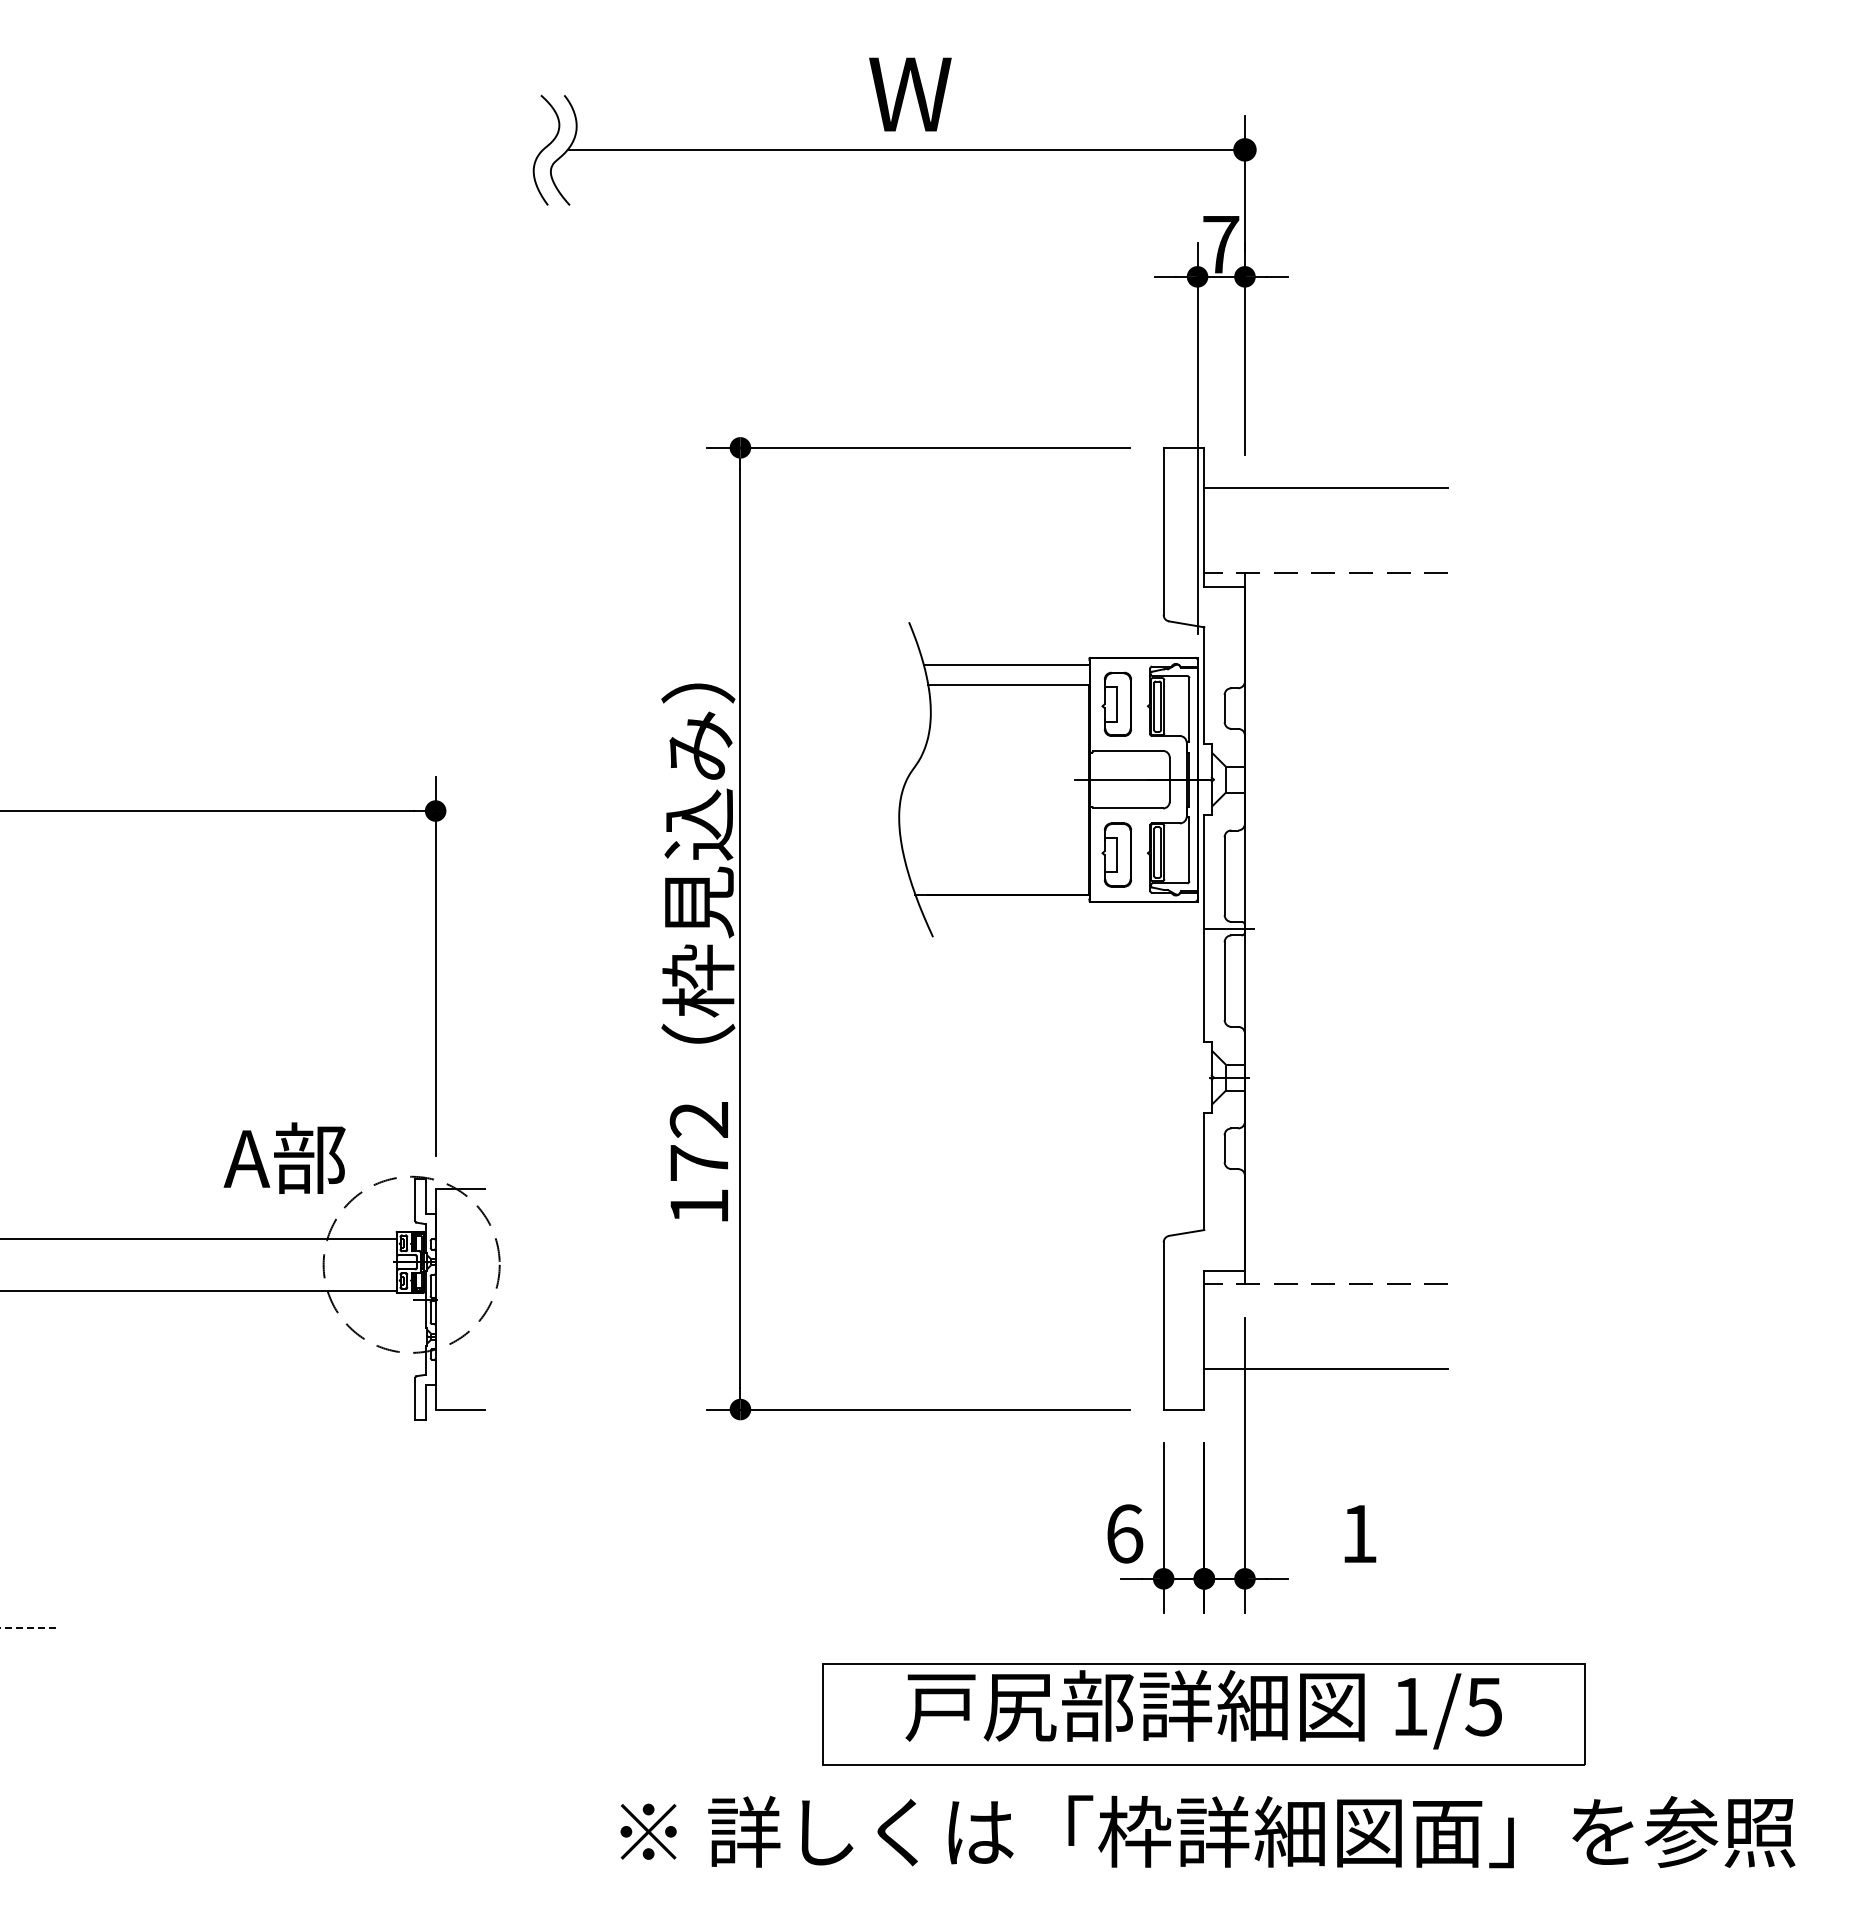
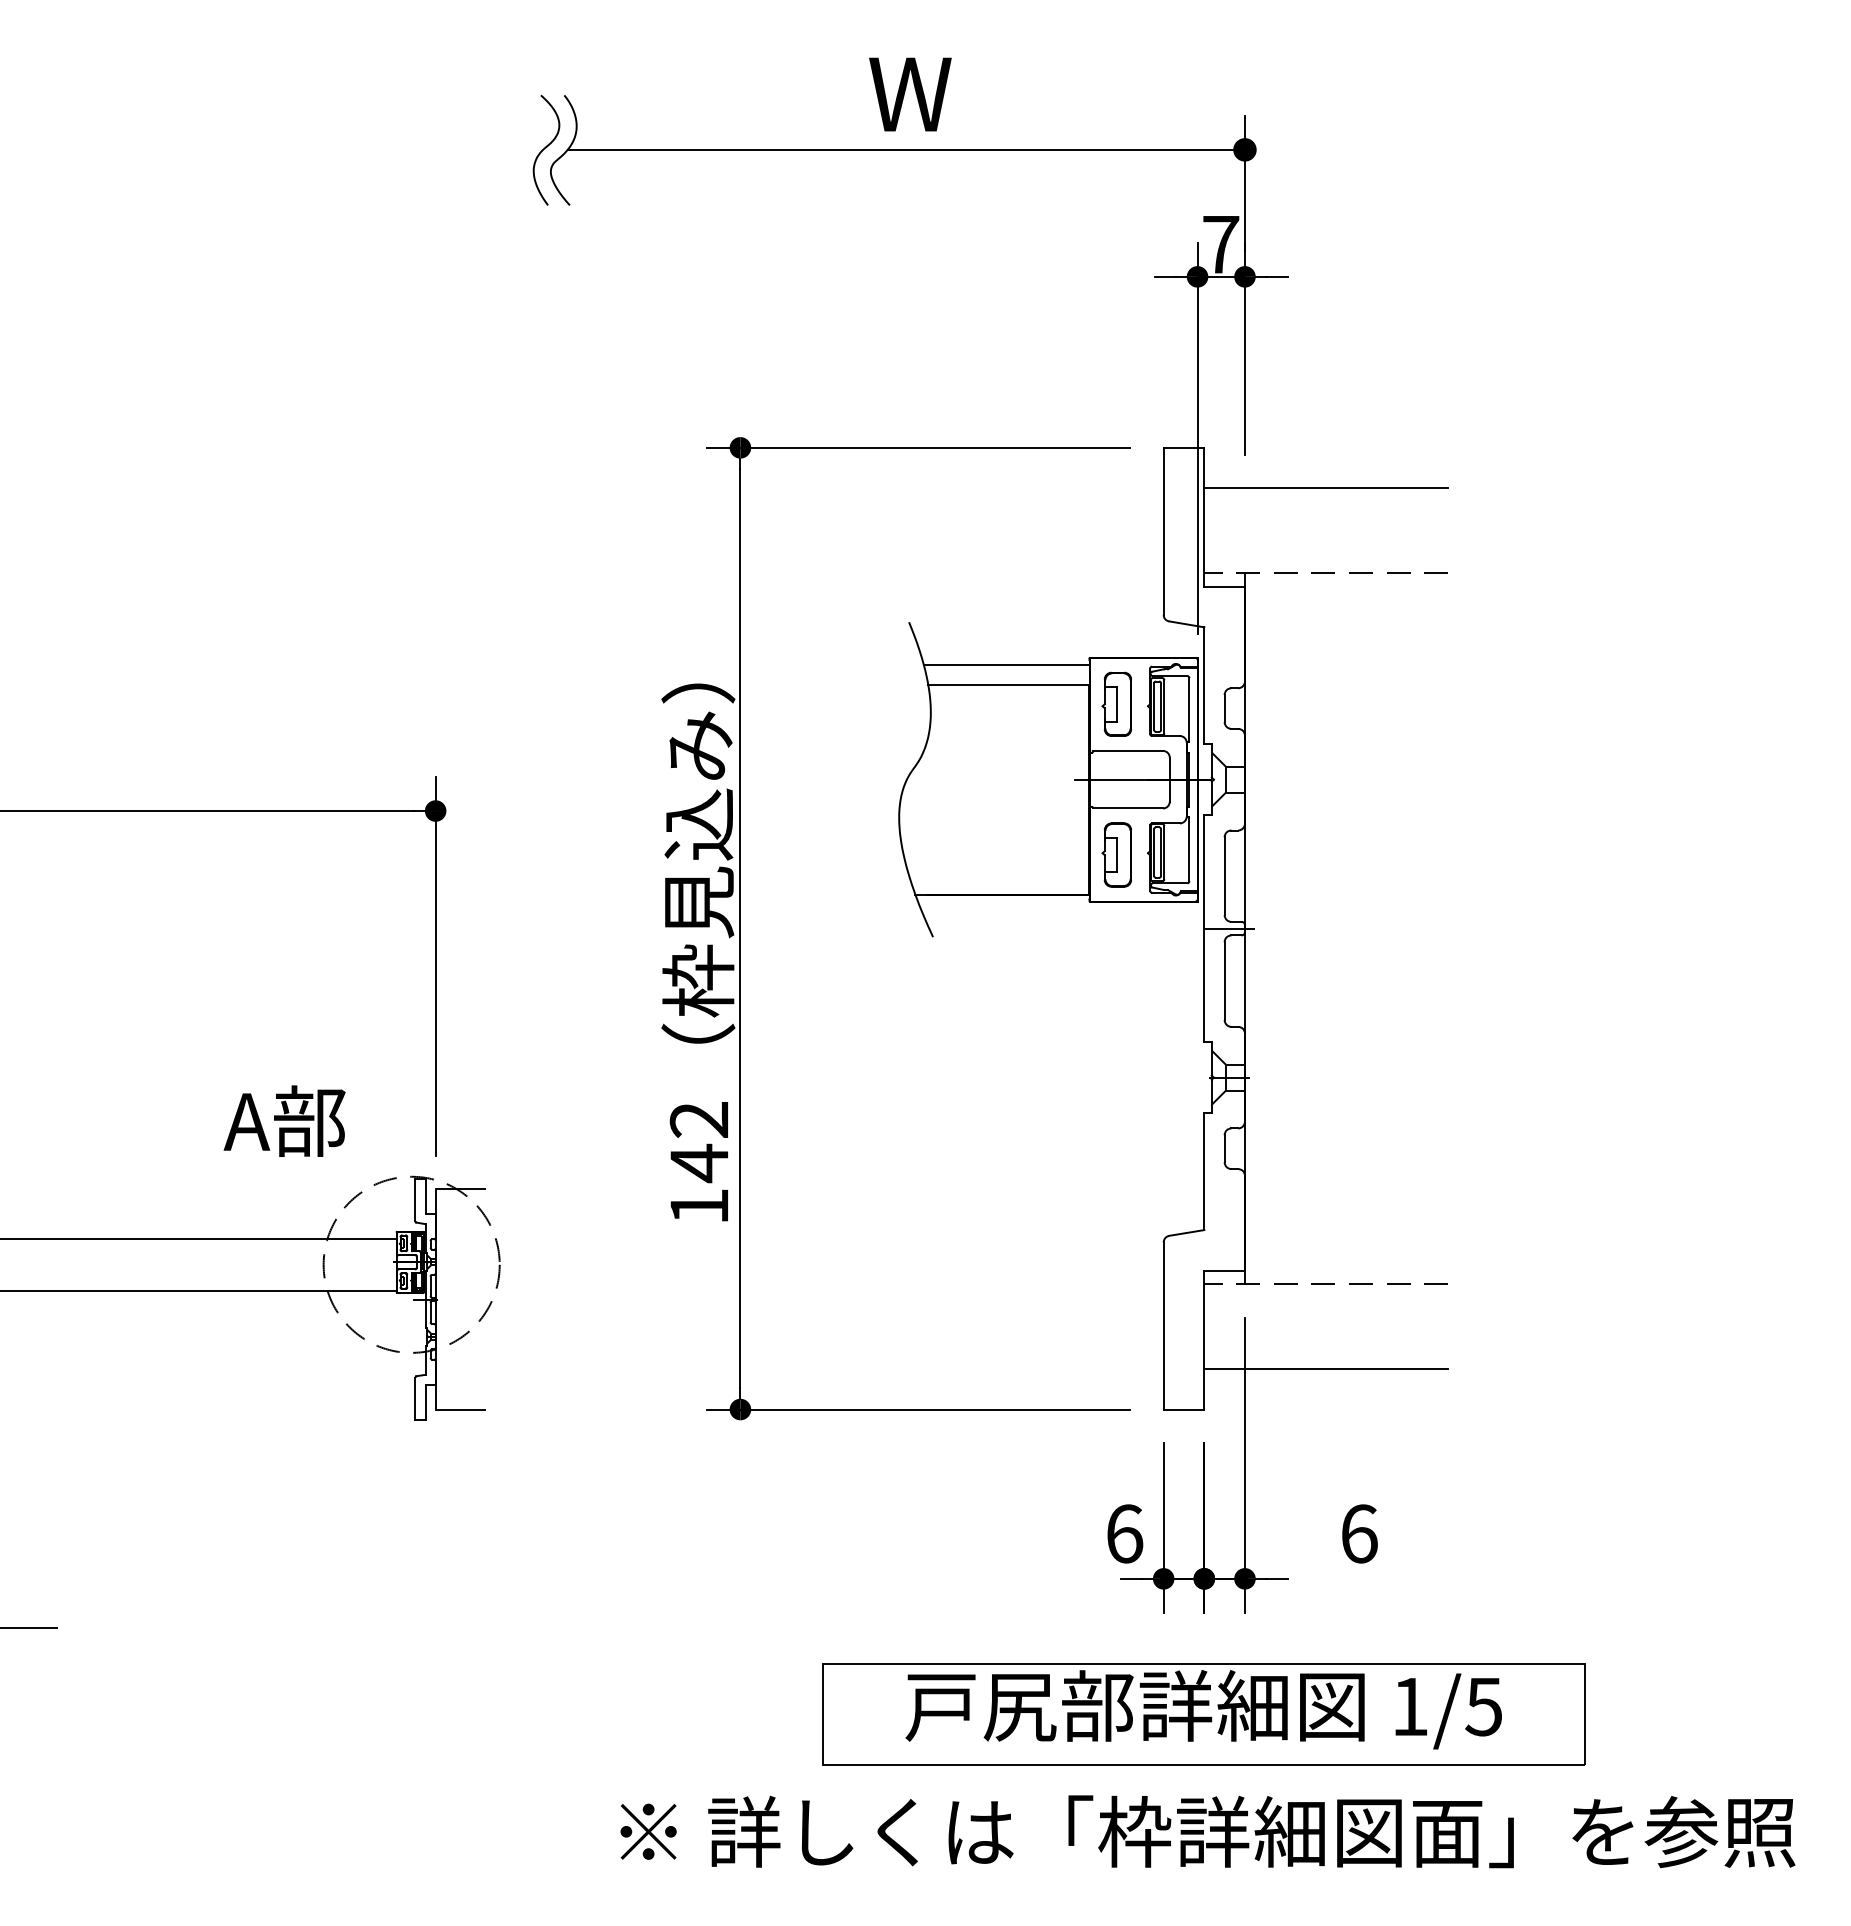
text at (284, 1157) position: (284, 1157) -> (284, 1120)
text at (698, 1163): 172 -> 142
text at (1359, 1533): 1 -> 6
line at (29, 1627): dashed -> solid
